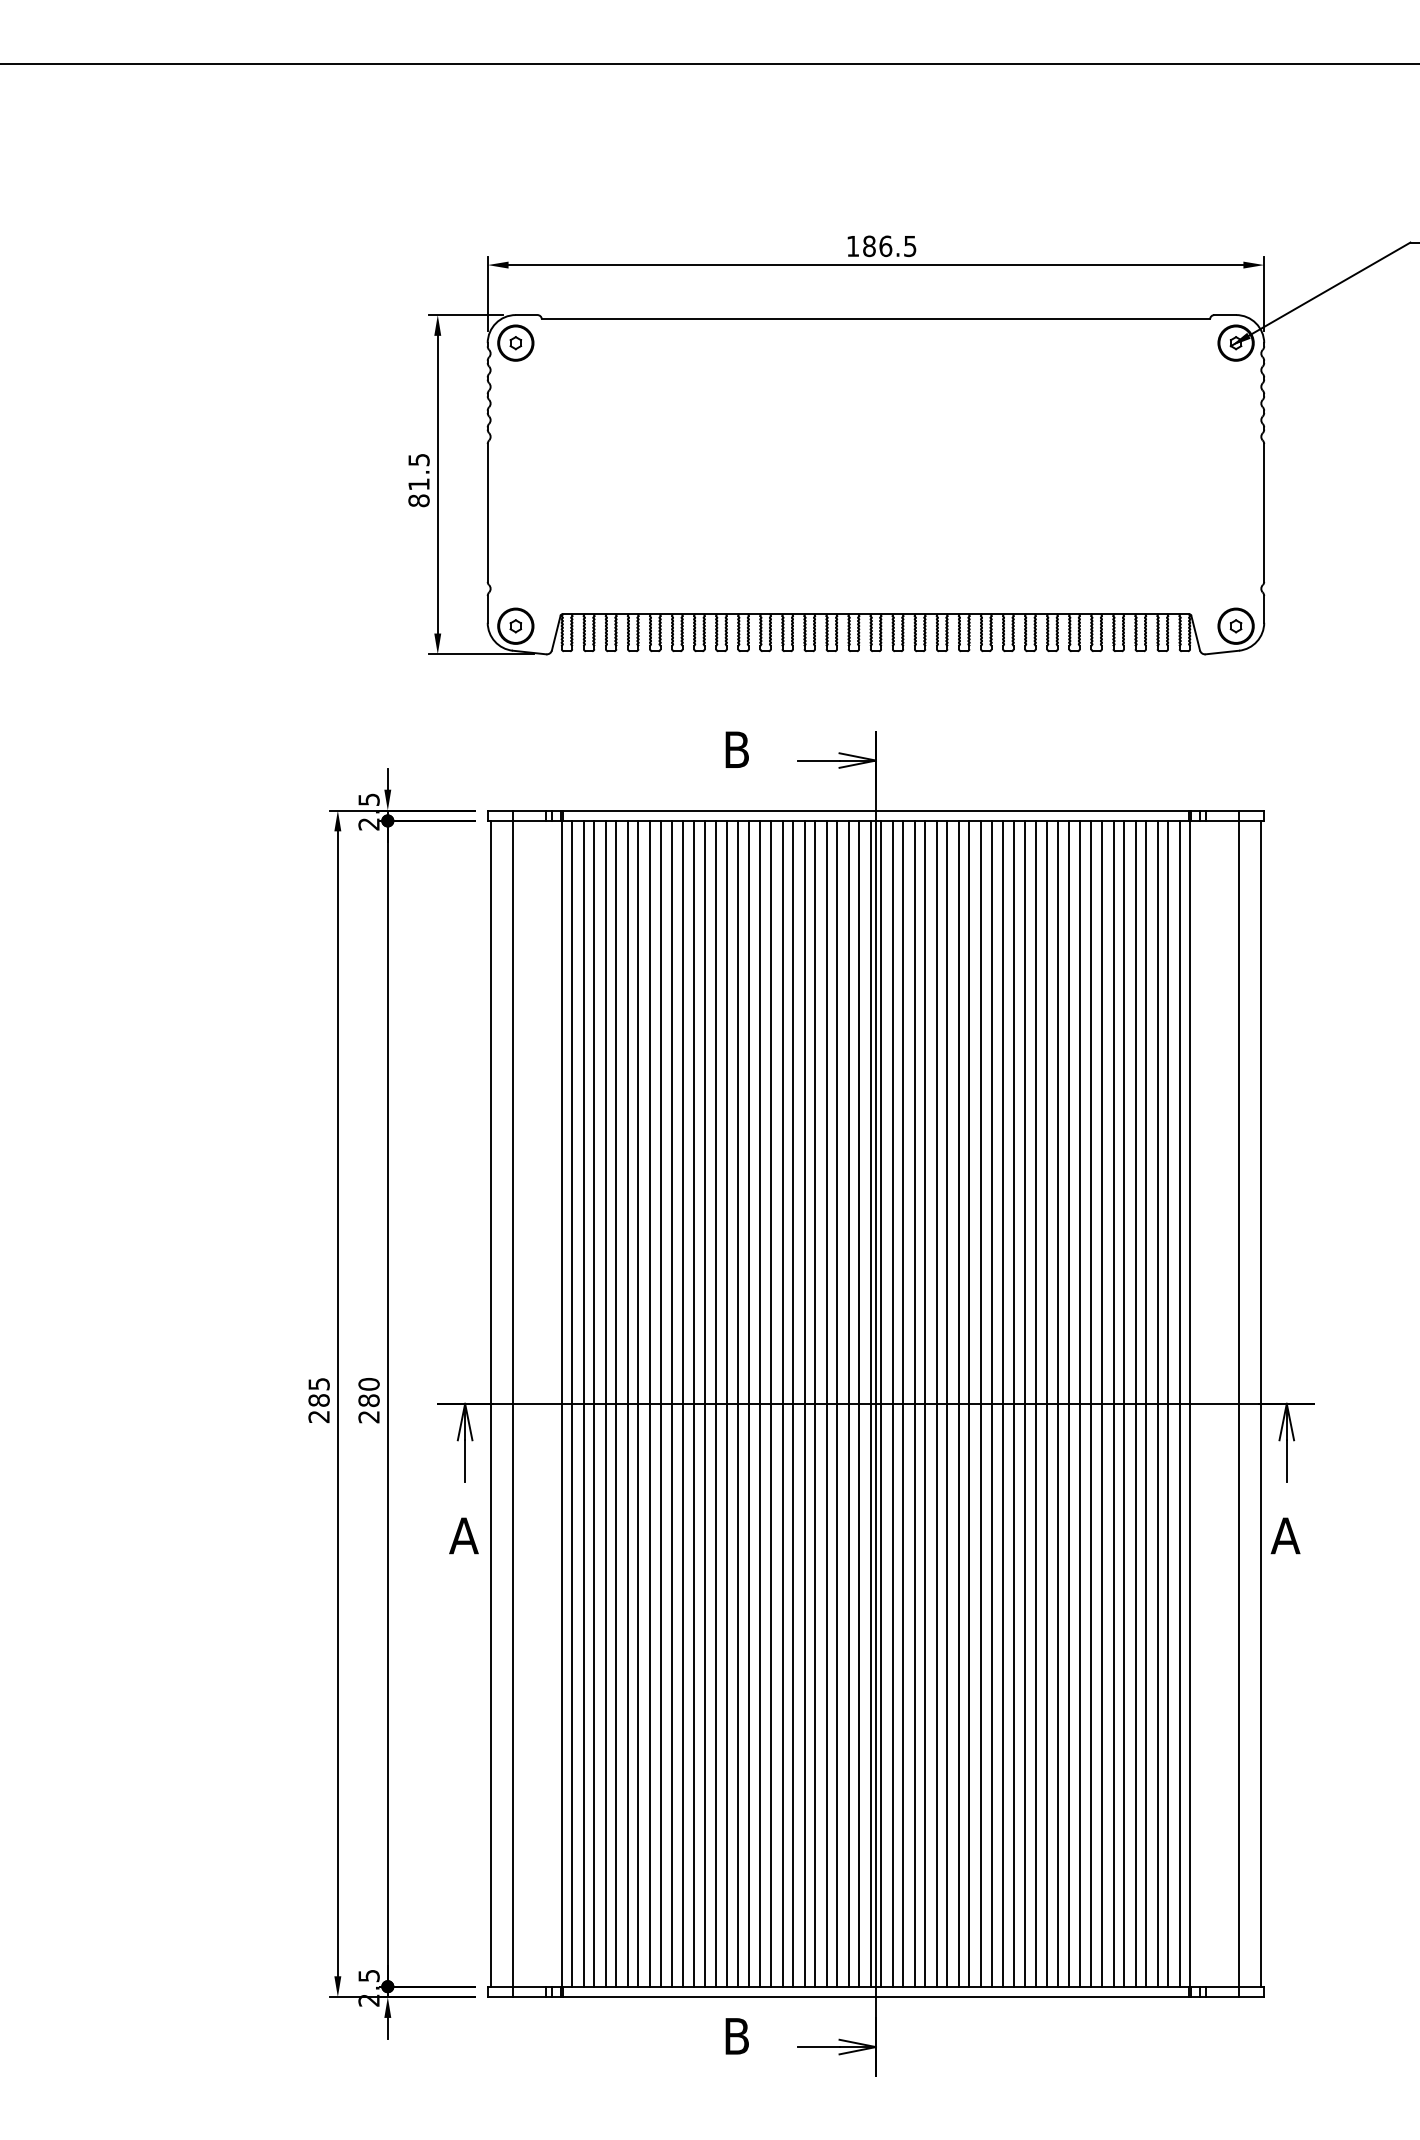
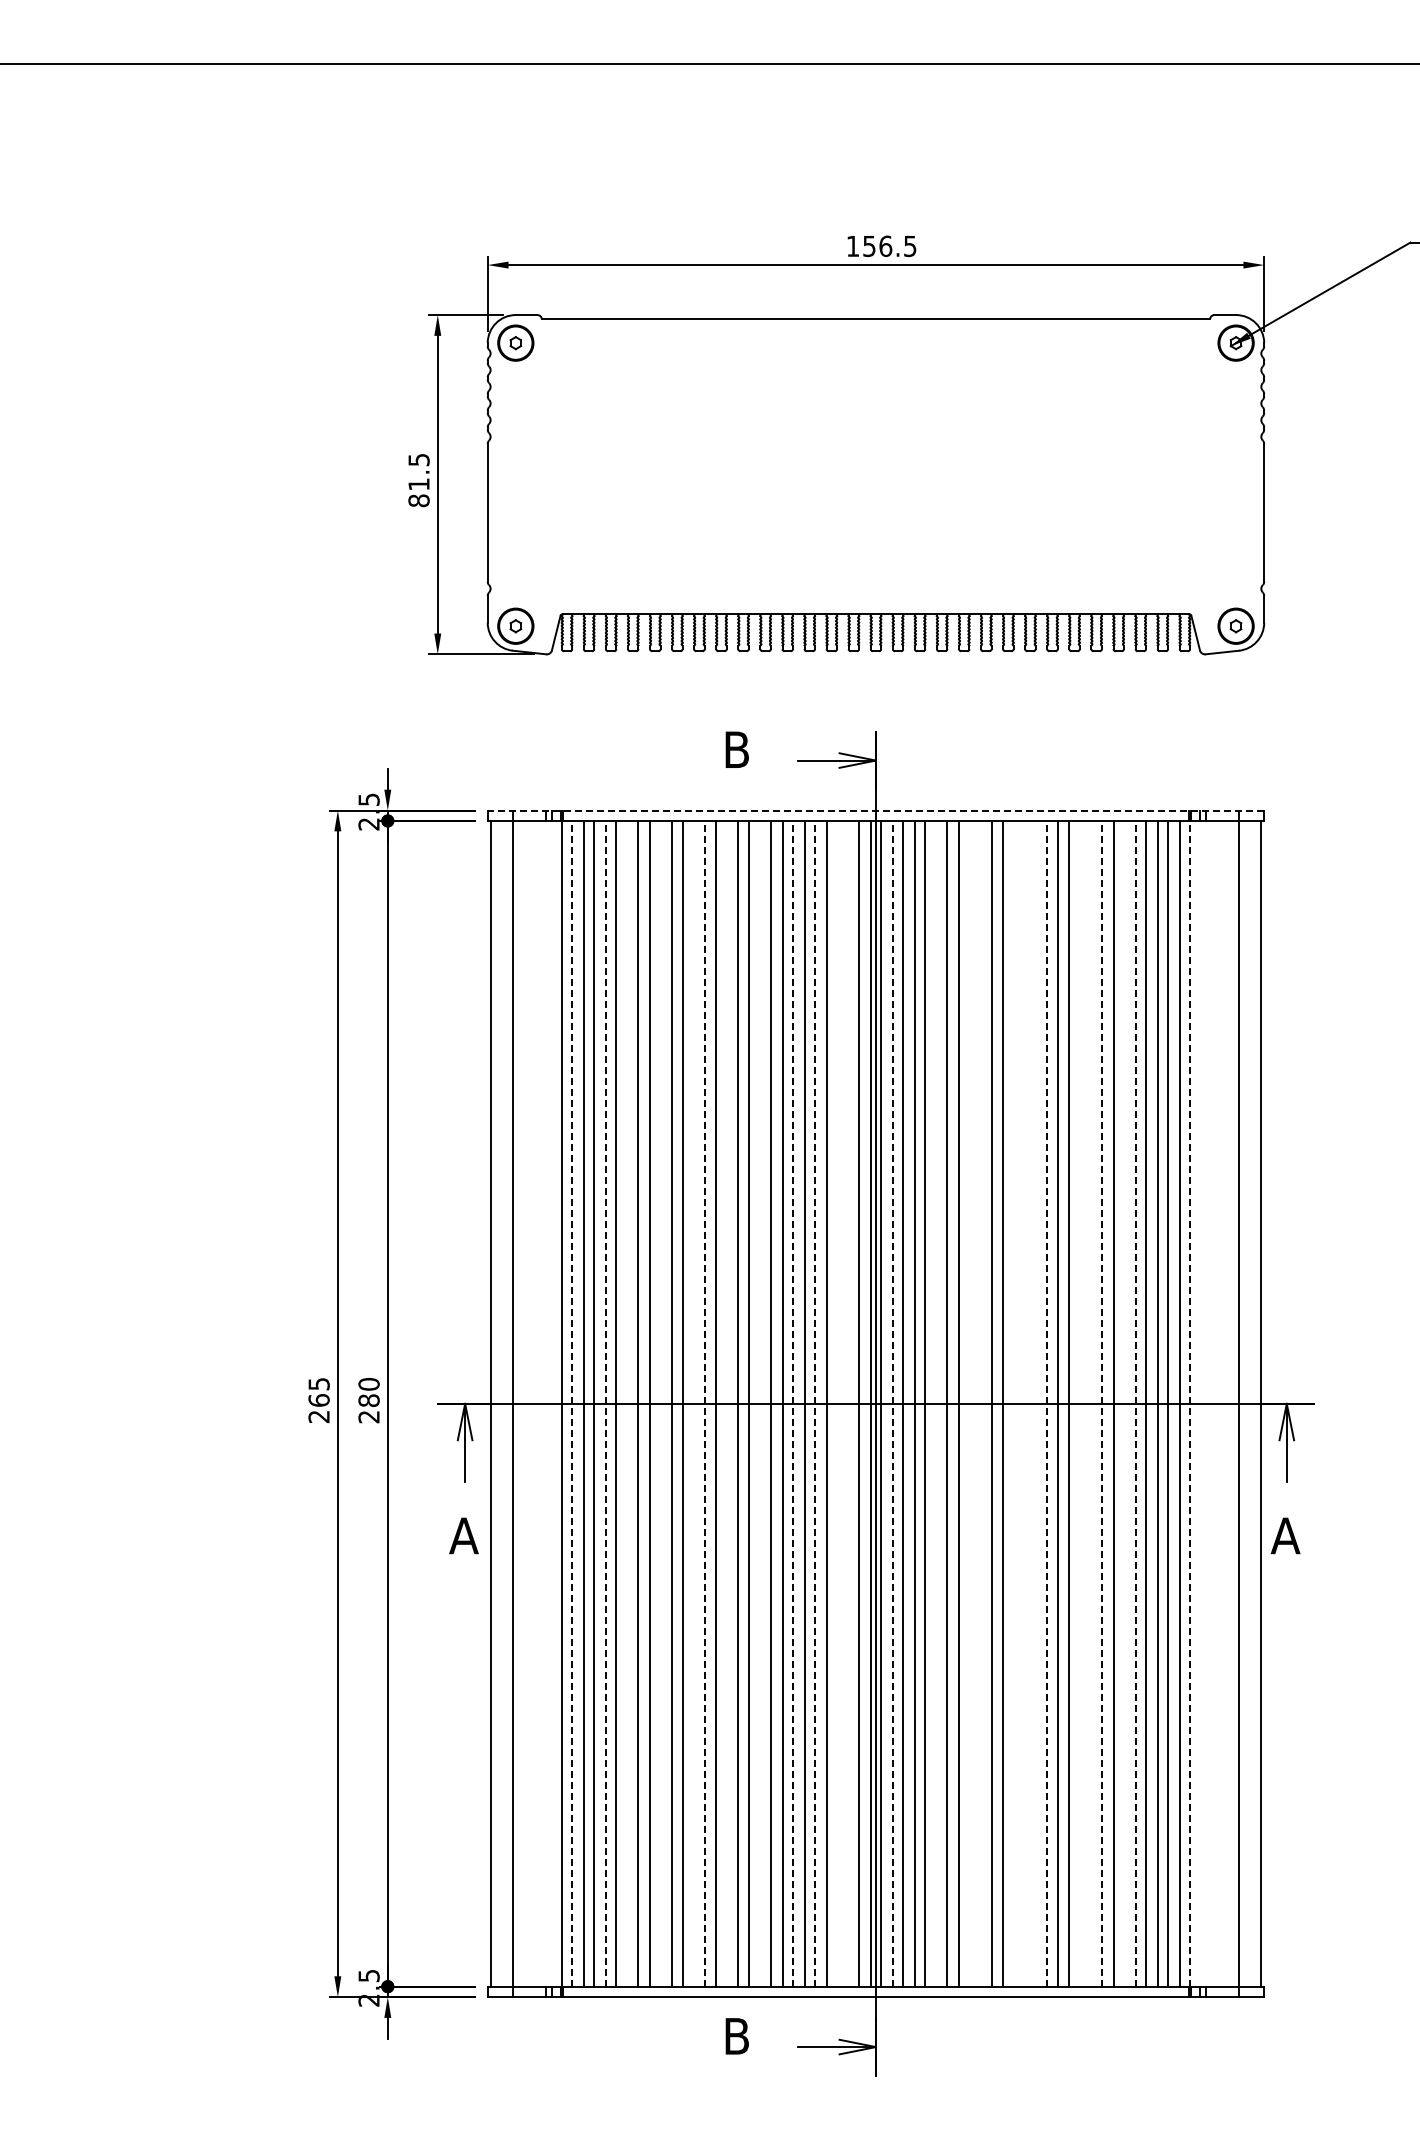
text at (869, 246): 186.5 -> 156.5
line at (875, 810): solid -> dashed
text at (318, 1400): 285 -> 265
line at (572, 1403): solid -> dashed
line at (605, 1403): solid -> dashed
line at (628, 1403): present -> none
line at (660, 1403): present -> none
line at (694, 1403): present -> none
line at (704, 1403): solid -> dashed
line at (726, 1403): present -> none
line at (760, 1403): present -> none
line at (792, 1403): solid -> dashed
line at (814, 1403): solid -> dashed
line at (837, 1403): present -> none
line at (848, 1403): present -> none
line at (892, 1403): solid -> dashed
line at (936, 1403): present -> none
line at (969, 1403): present -> none
line at (981, 1403): present -> none
line at (1013, 1403): present -> none
line at (1025, 1403): present -> none
line at (1035, 1403): present -> none
line at (1047, 1403): solid -> dashed
line at (1079, 1403): present -> none
line at (1091, 1403): present -> none
line at (1101, 1403): solid -> dashed
line at (1123, 1403): present -> none
line at (1135, 1403): solid -> dashed
line at (1190, 1403): solid -> dashed
